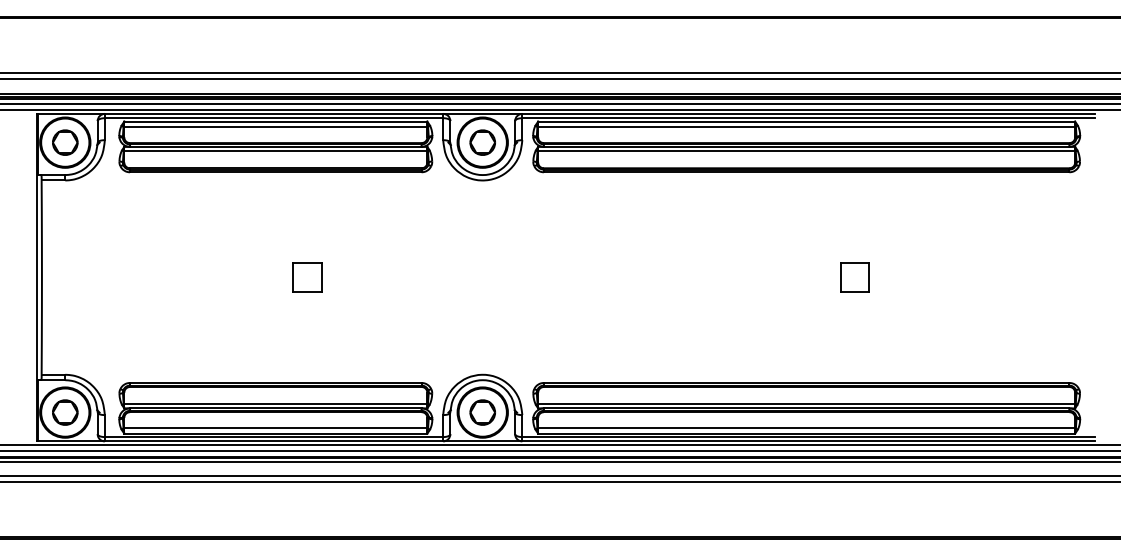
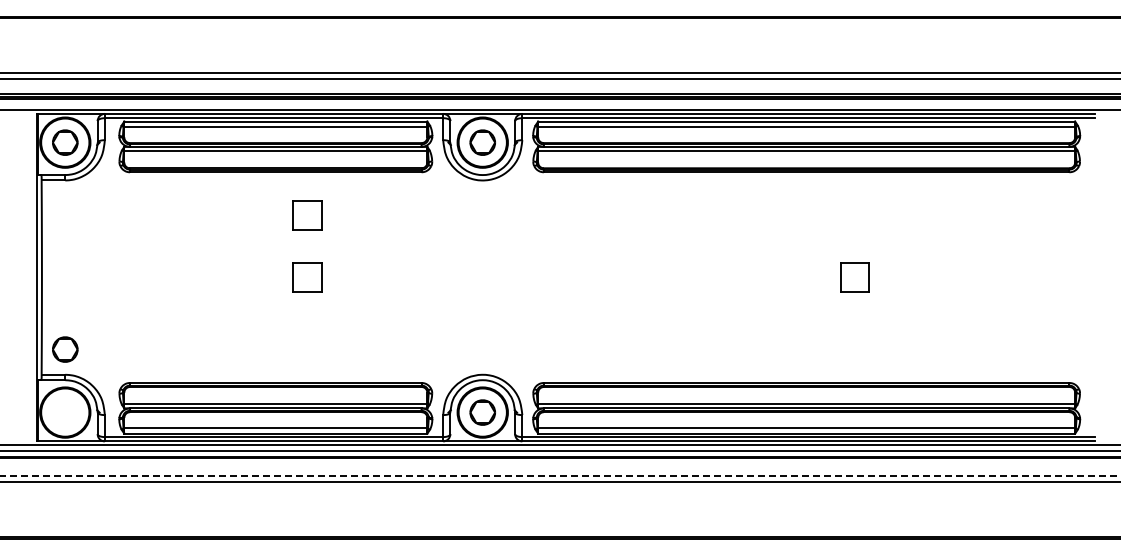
line at (559, 104): present -> none
part at (307, 215): none -> present
part at (65, 412) position: (65, 412) -> (65, 349)
line at (559, 461): present -> none
line at (559, 475): solid -> dashed
